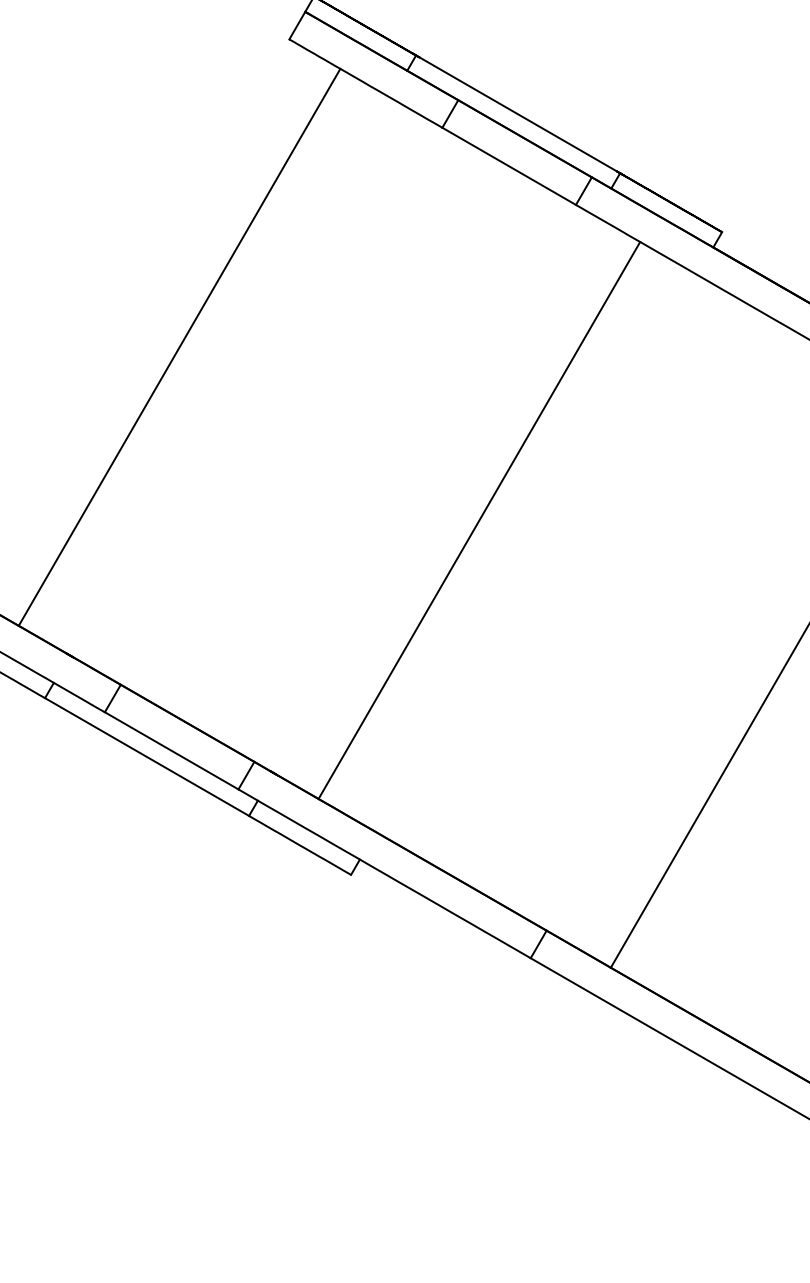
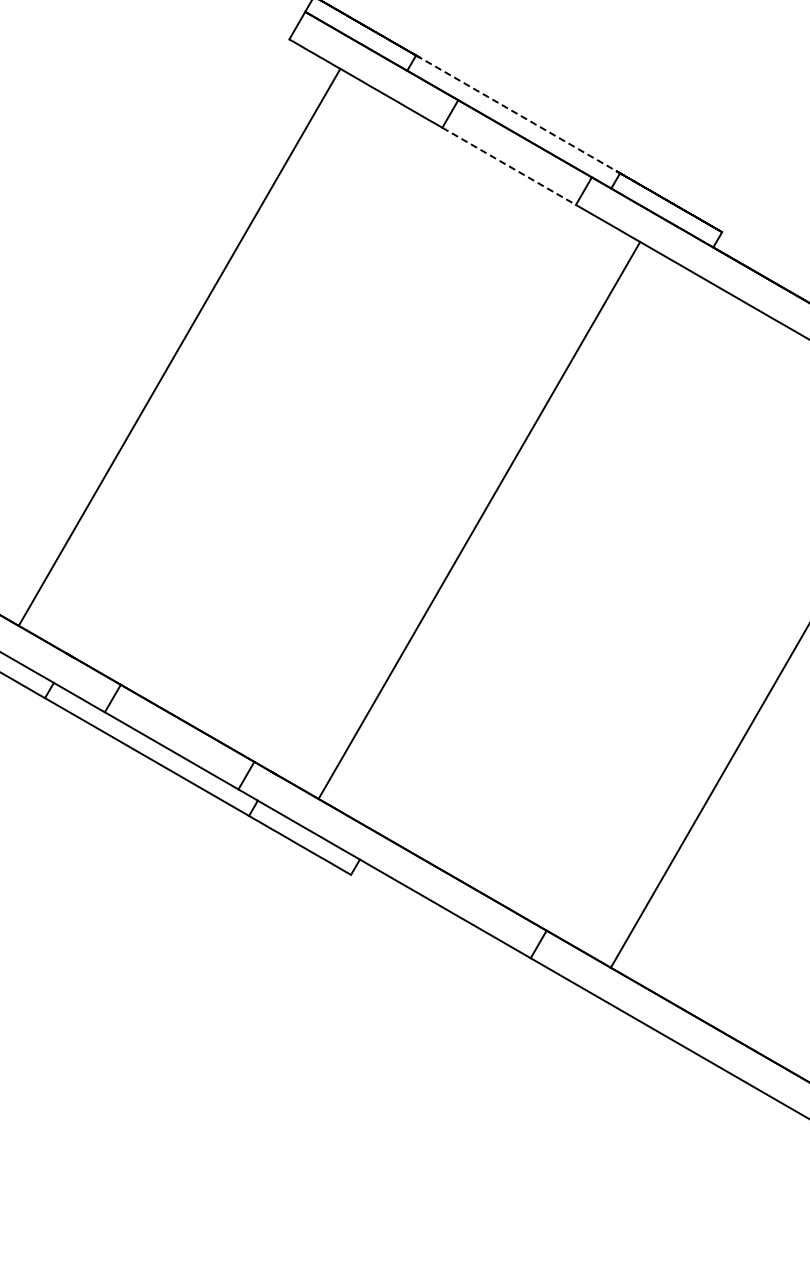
line at (518, 114): solid -> dashed
line at (509, 166): solid -> dashed
